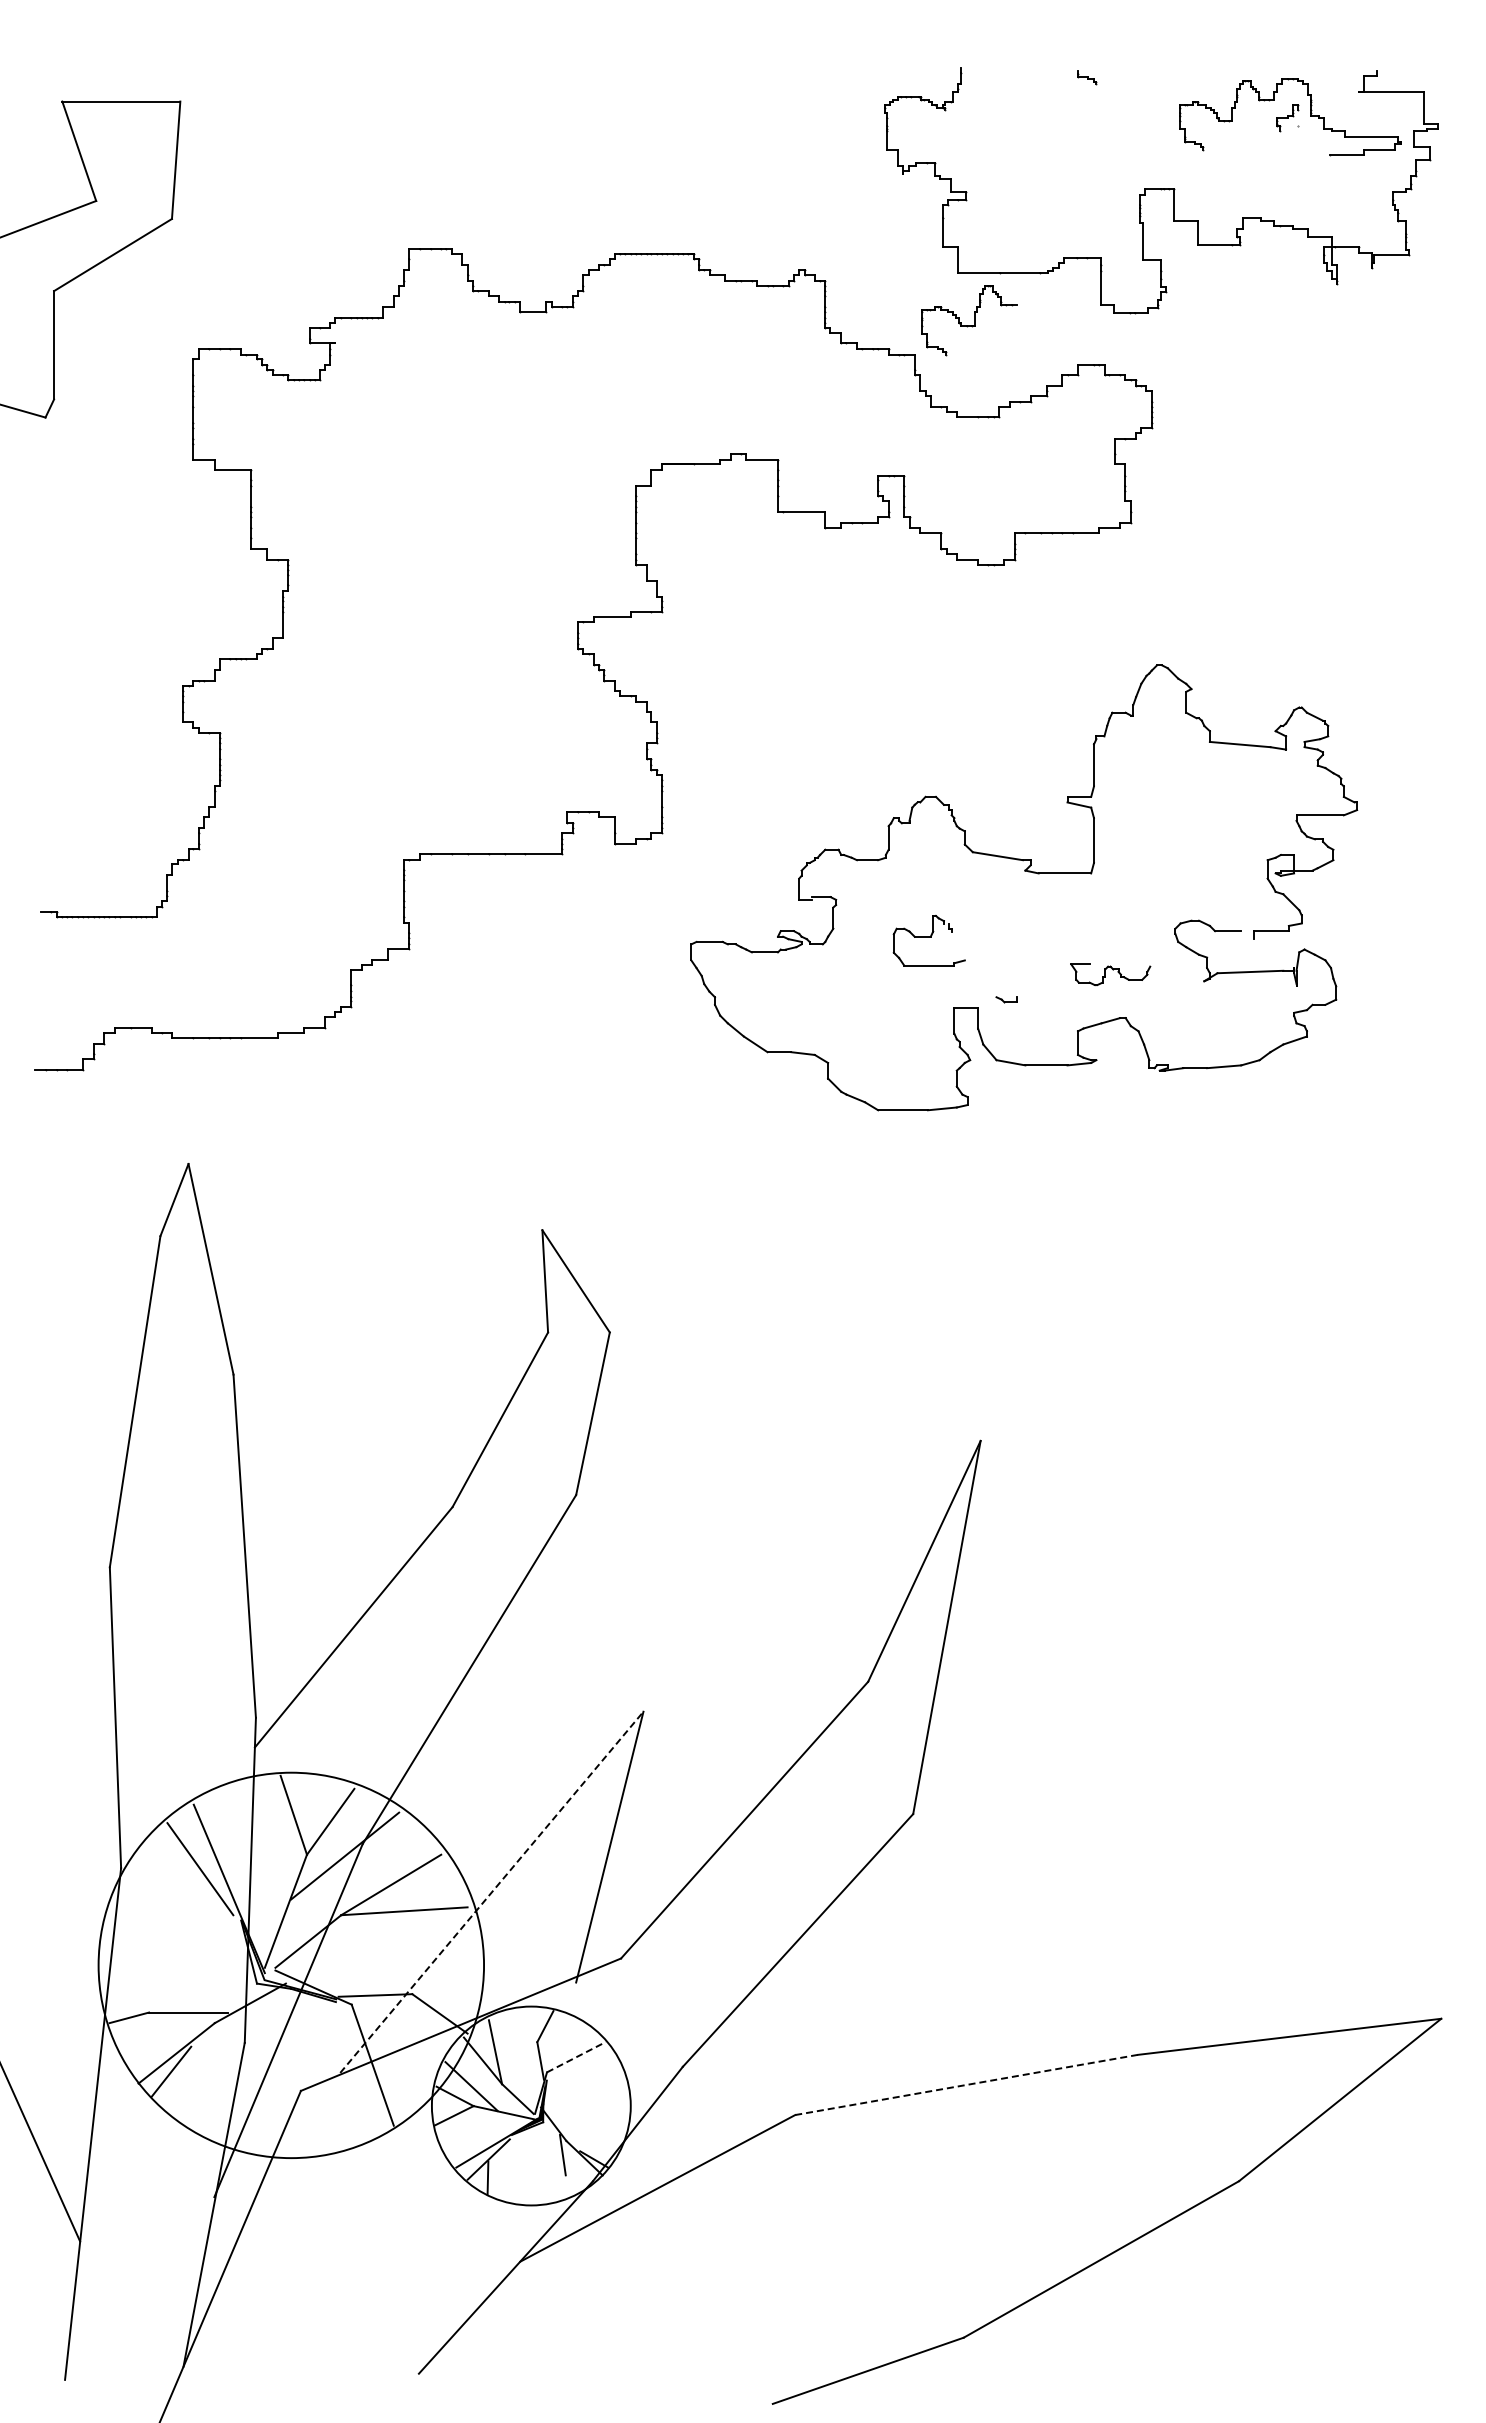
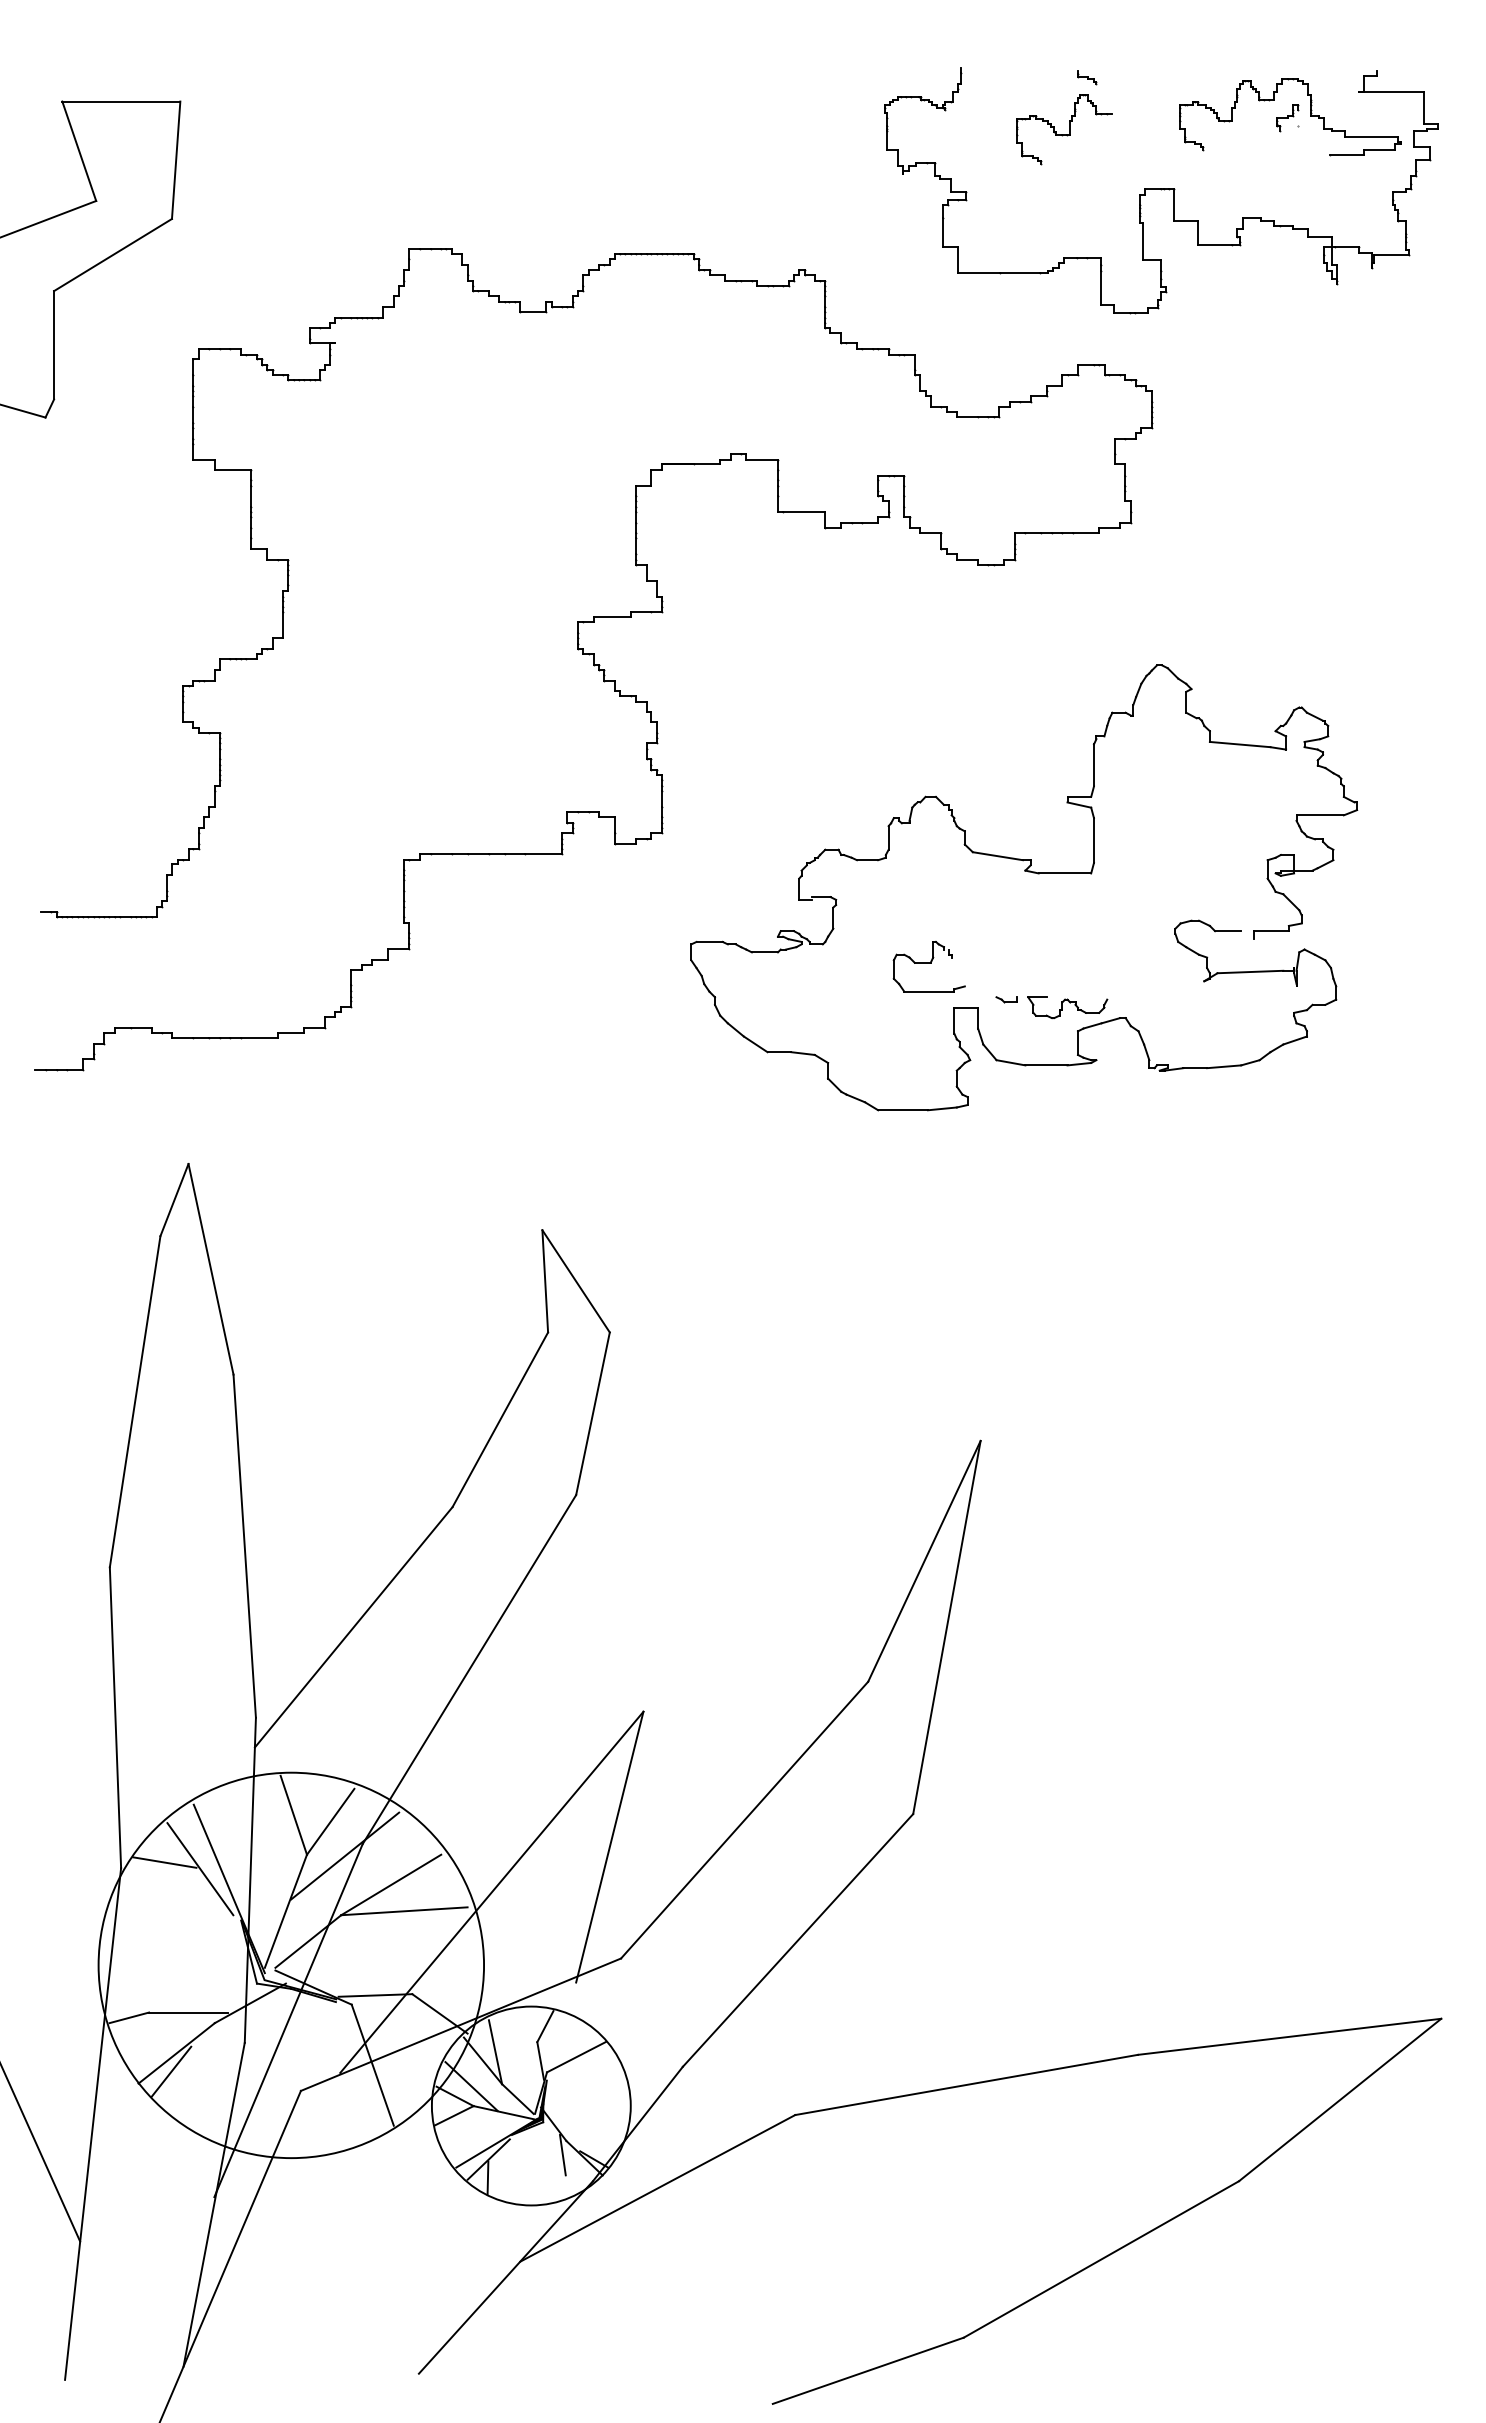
part at (969, 320) position: (969, 320) -> (1064, 129)
part at (928, 940) position: (928, 940) -> (928, 966)
part at (1110, 974) position: (1110, 974) -> (1067, 1007)
line at (164, 1862): none -> present
line at (491, 1892): dashed -> solid
line at (576, 2056): dashed -> solid
line at (966, 2084): dashed -> solid
